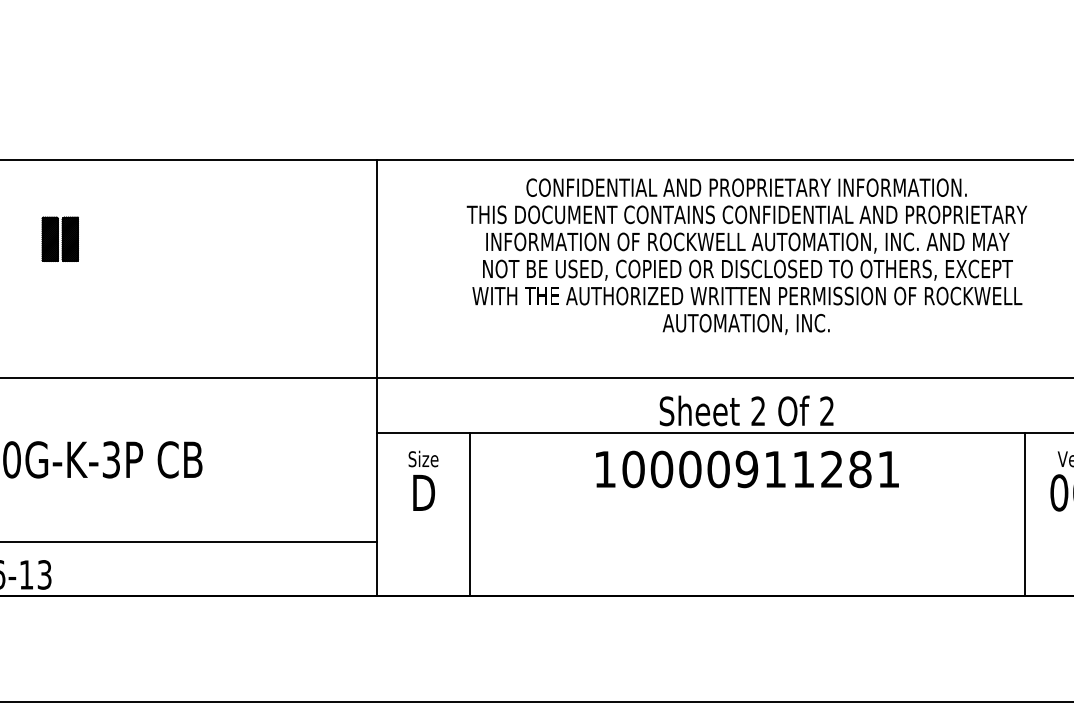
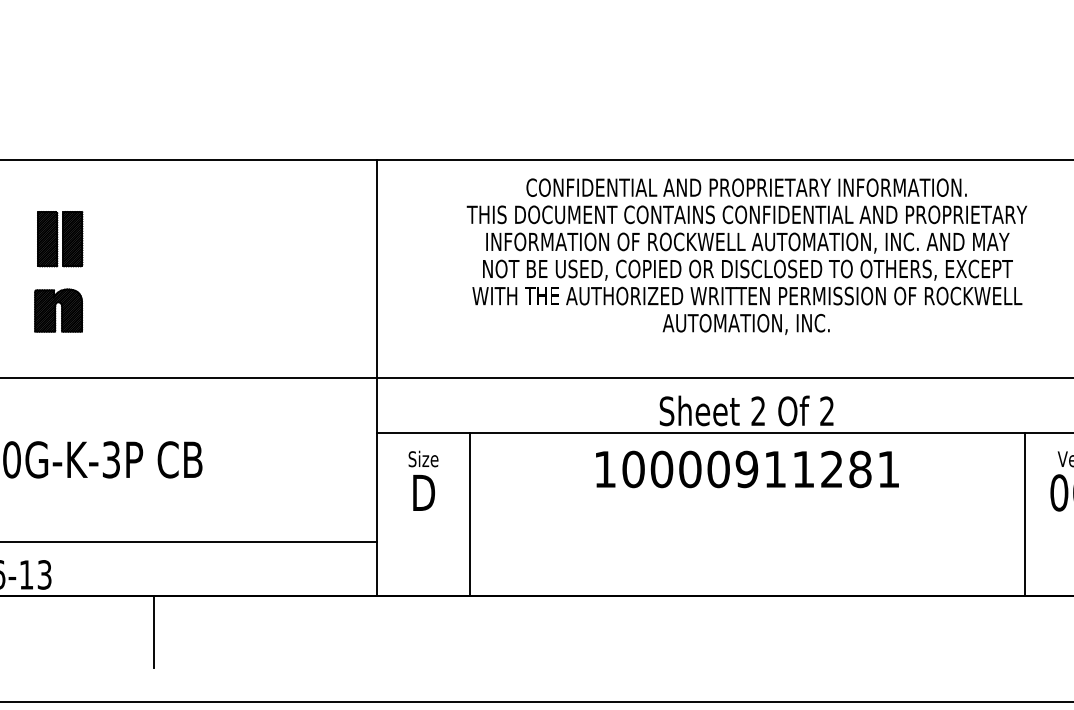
part at (59, 238) size: 38x46 px -> 47x57 px
part at (58, 310): none -> present
line at (153, 632): none -> present
